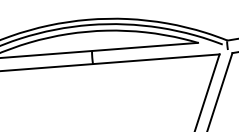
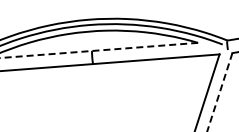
line at (98, 50): solid -> dashed
line at (219, 92): solid -> dashed
